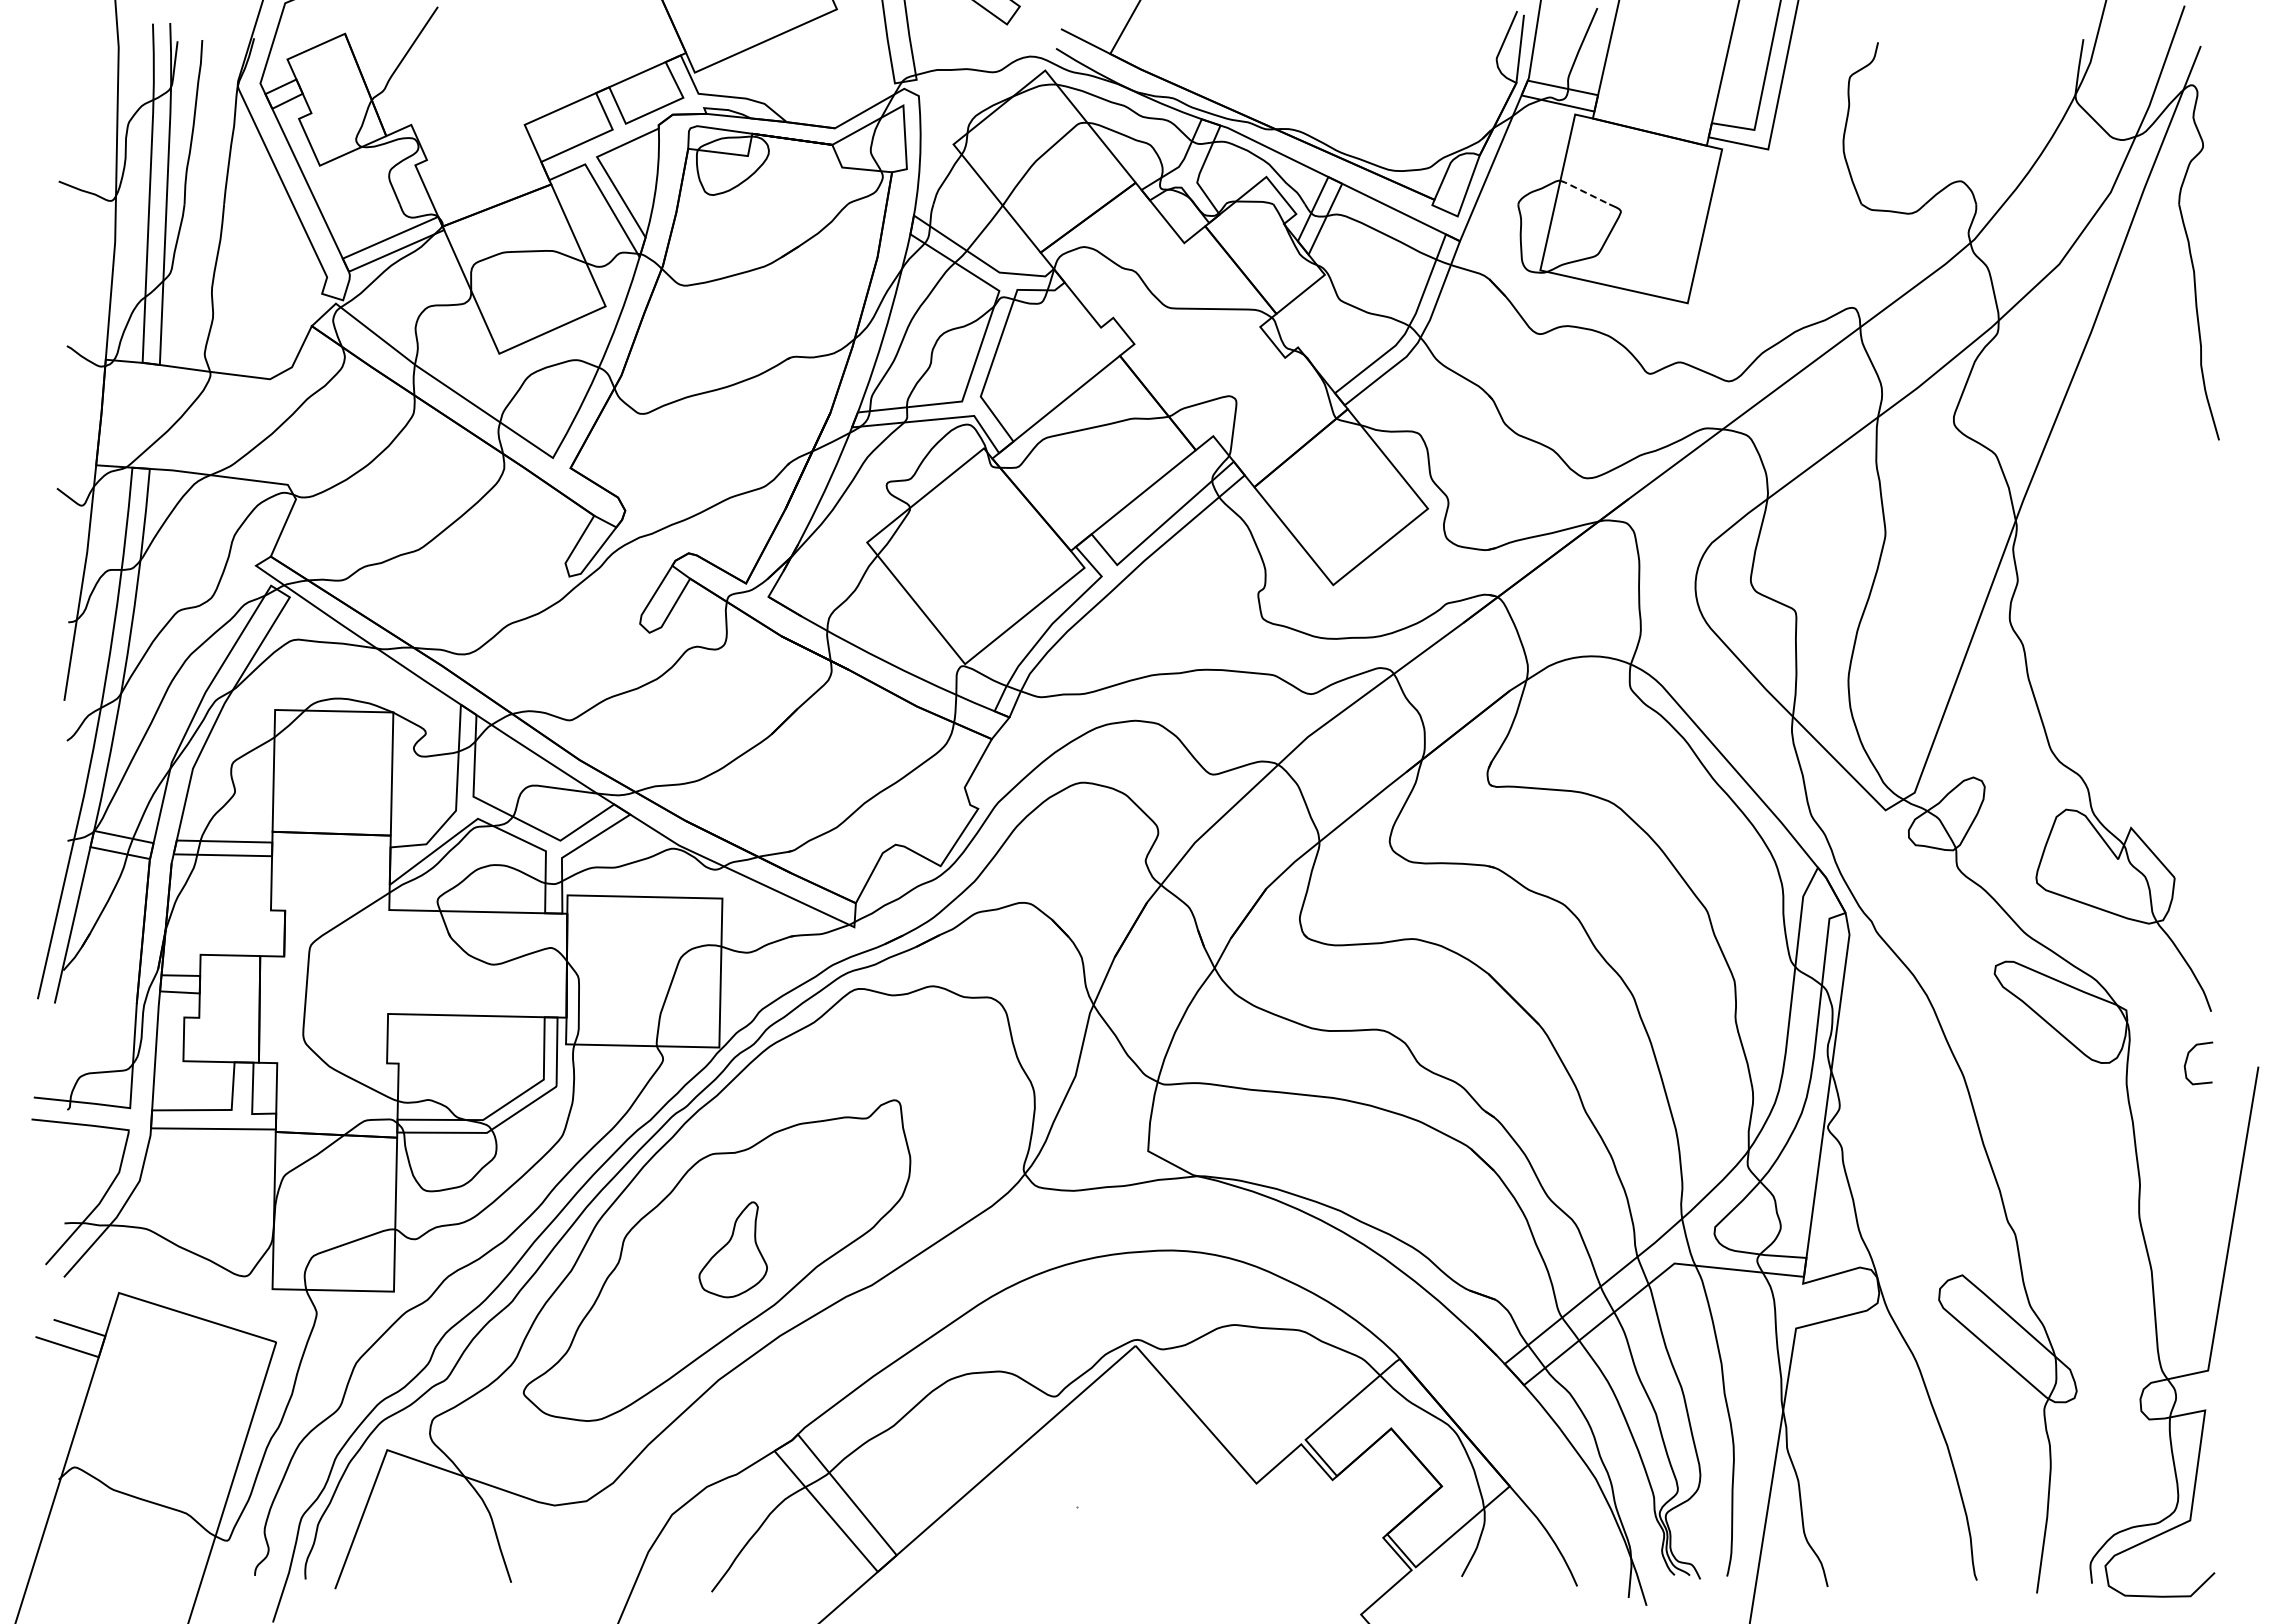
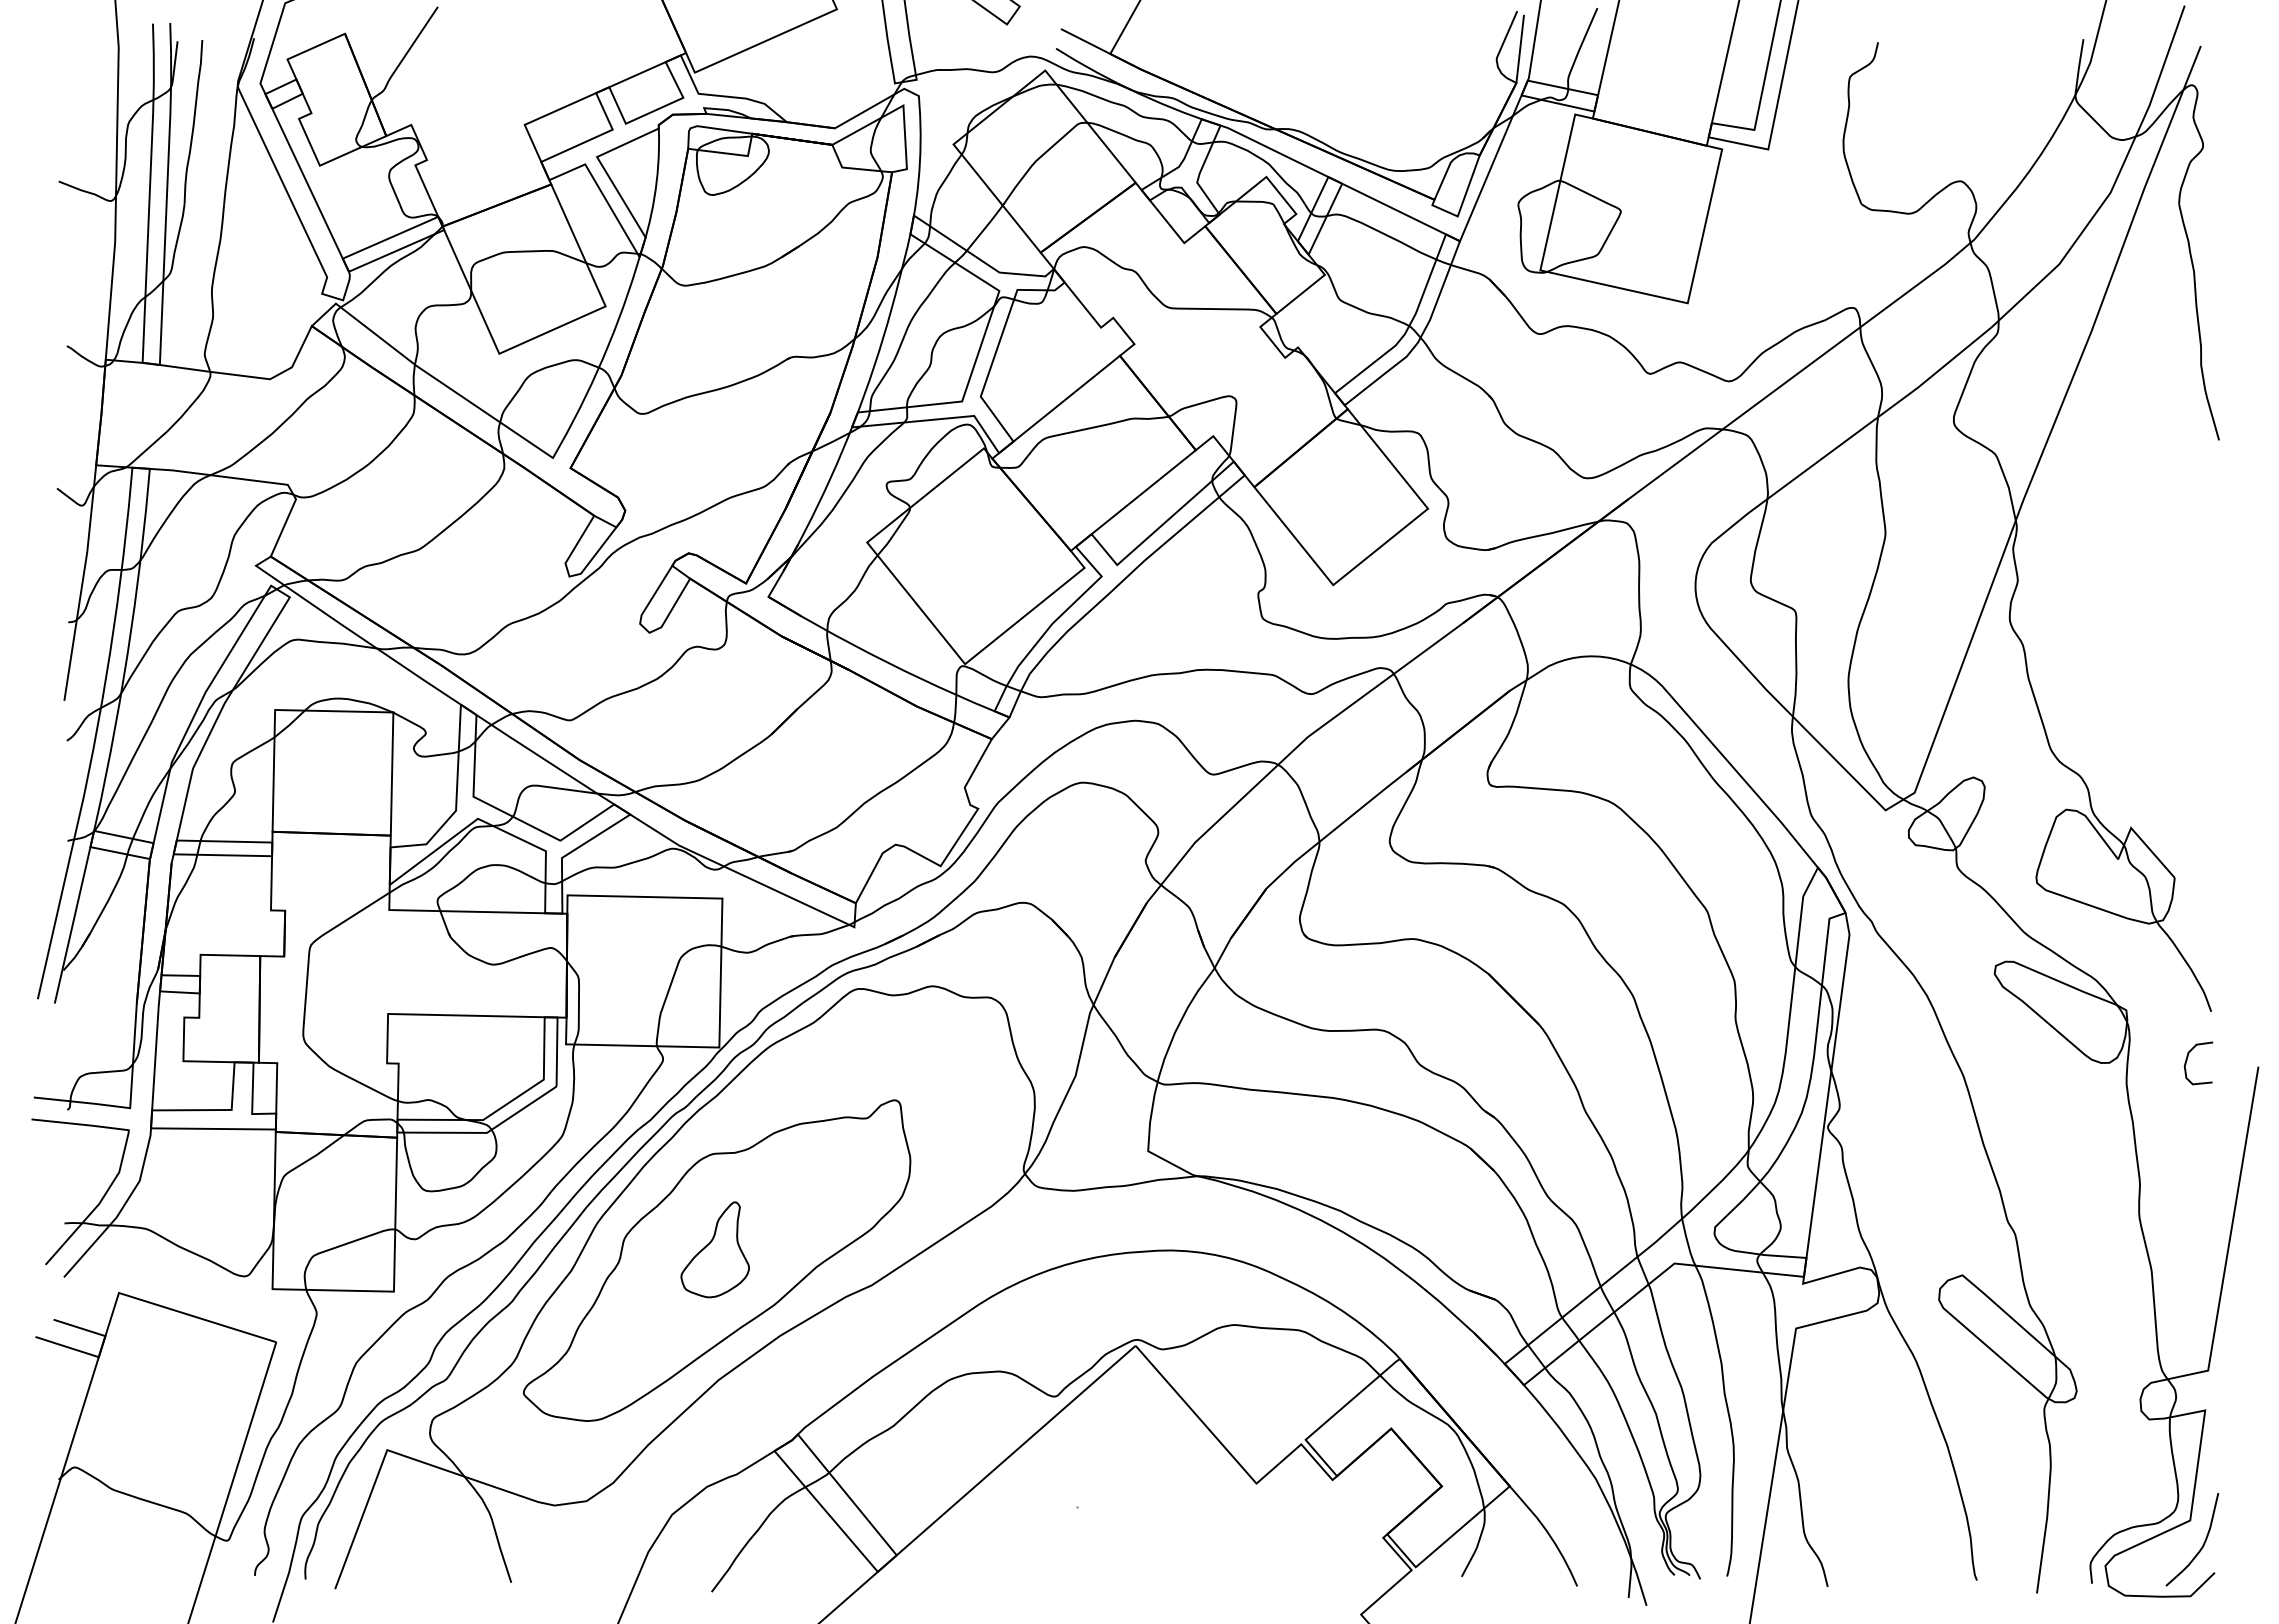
line at (1584, 192): dashed -> solid
part at (732, 1249) position: (732, 1249) -> (714, 1249)
curve at (2202, 1544): none -> present
